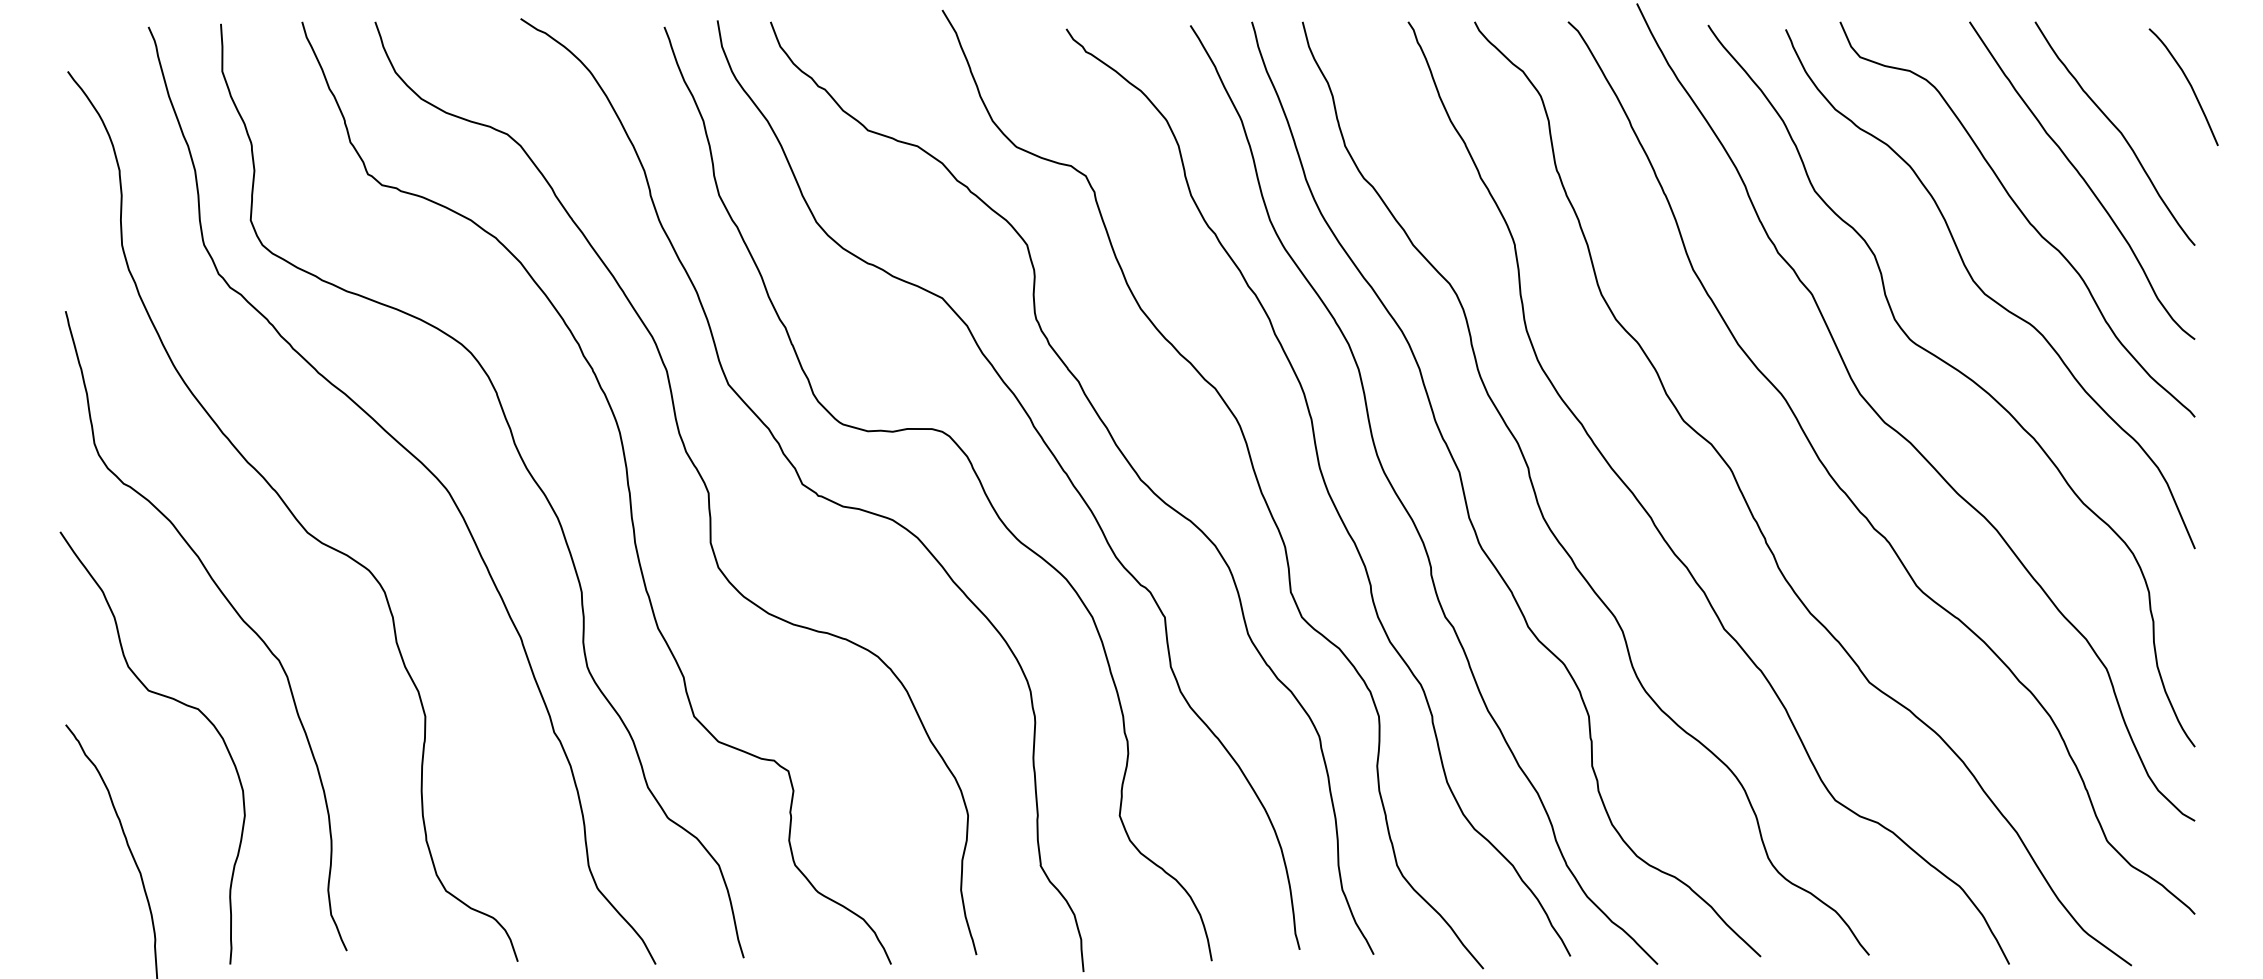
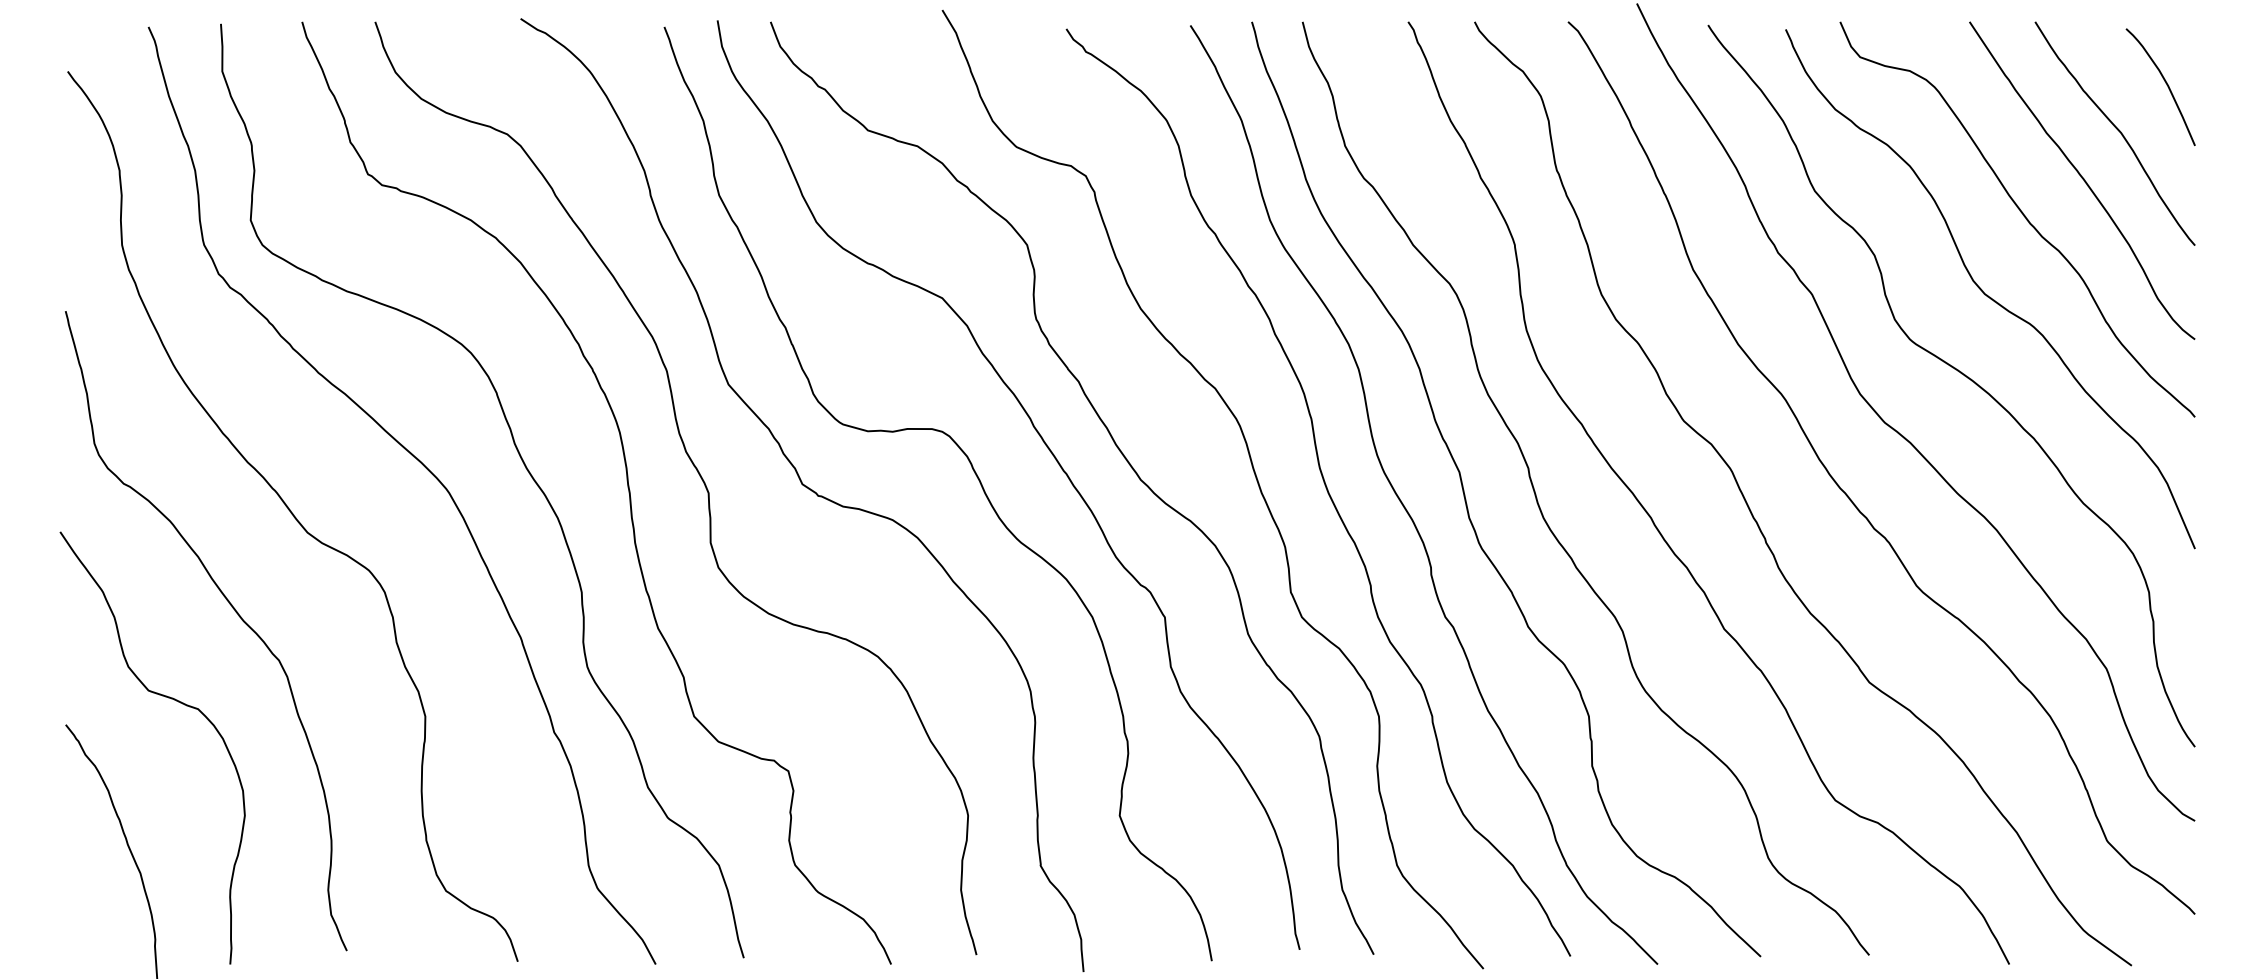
curve at (2188, 83) position: (2188, 83) -> (2165, 83)
